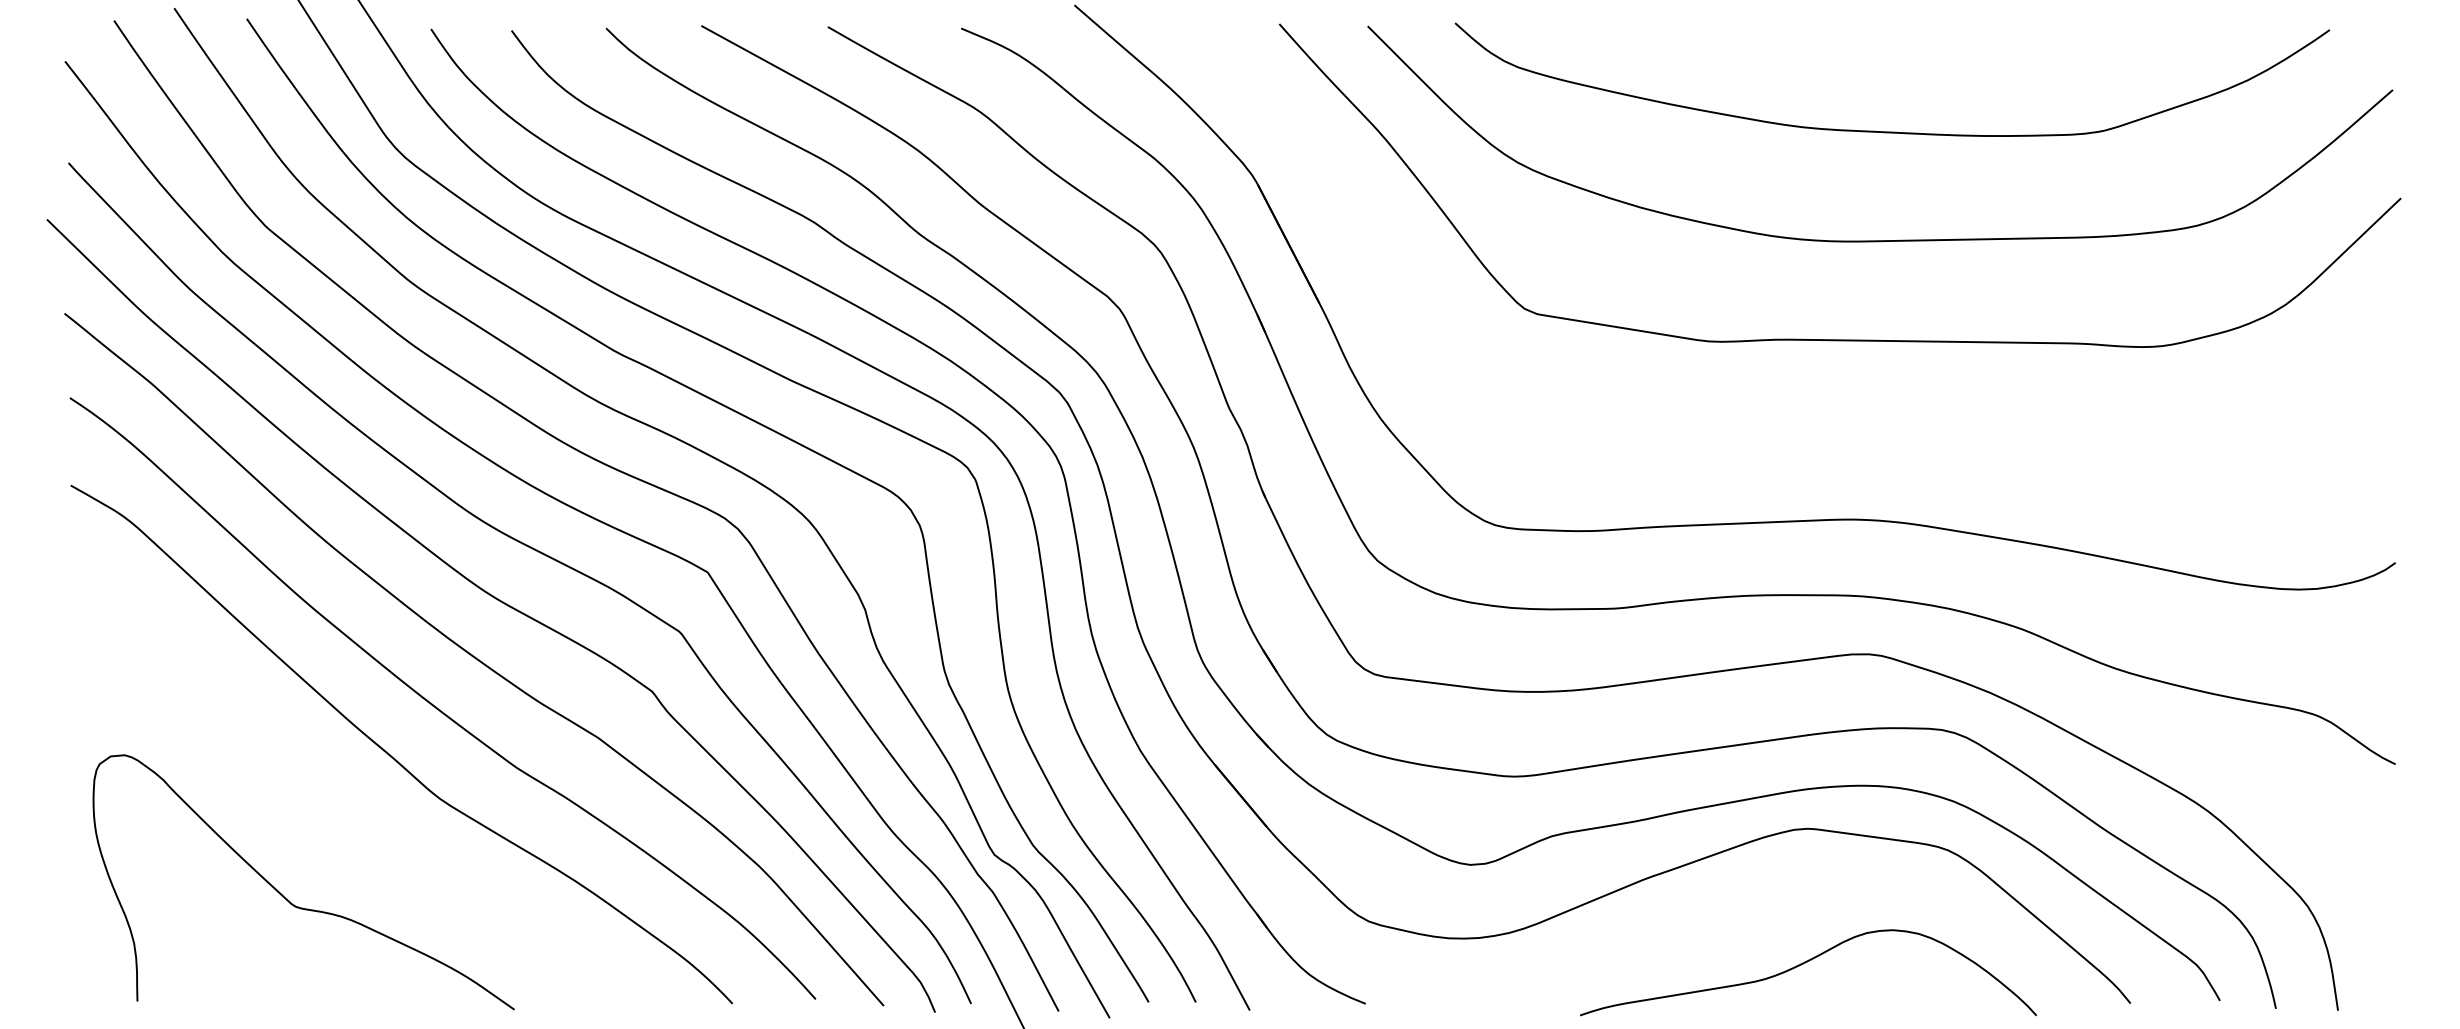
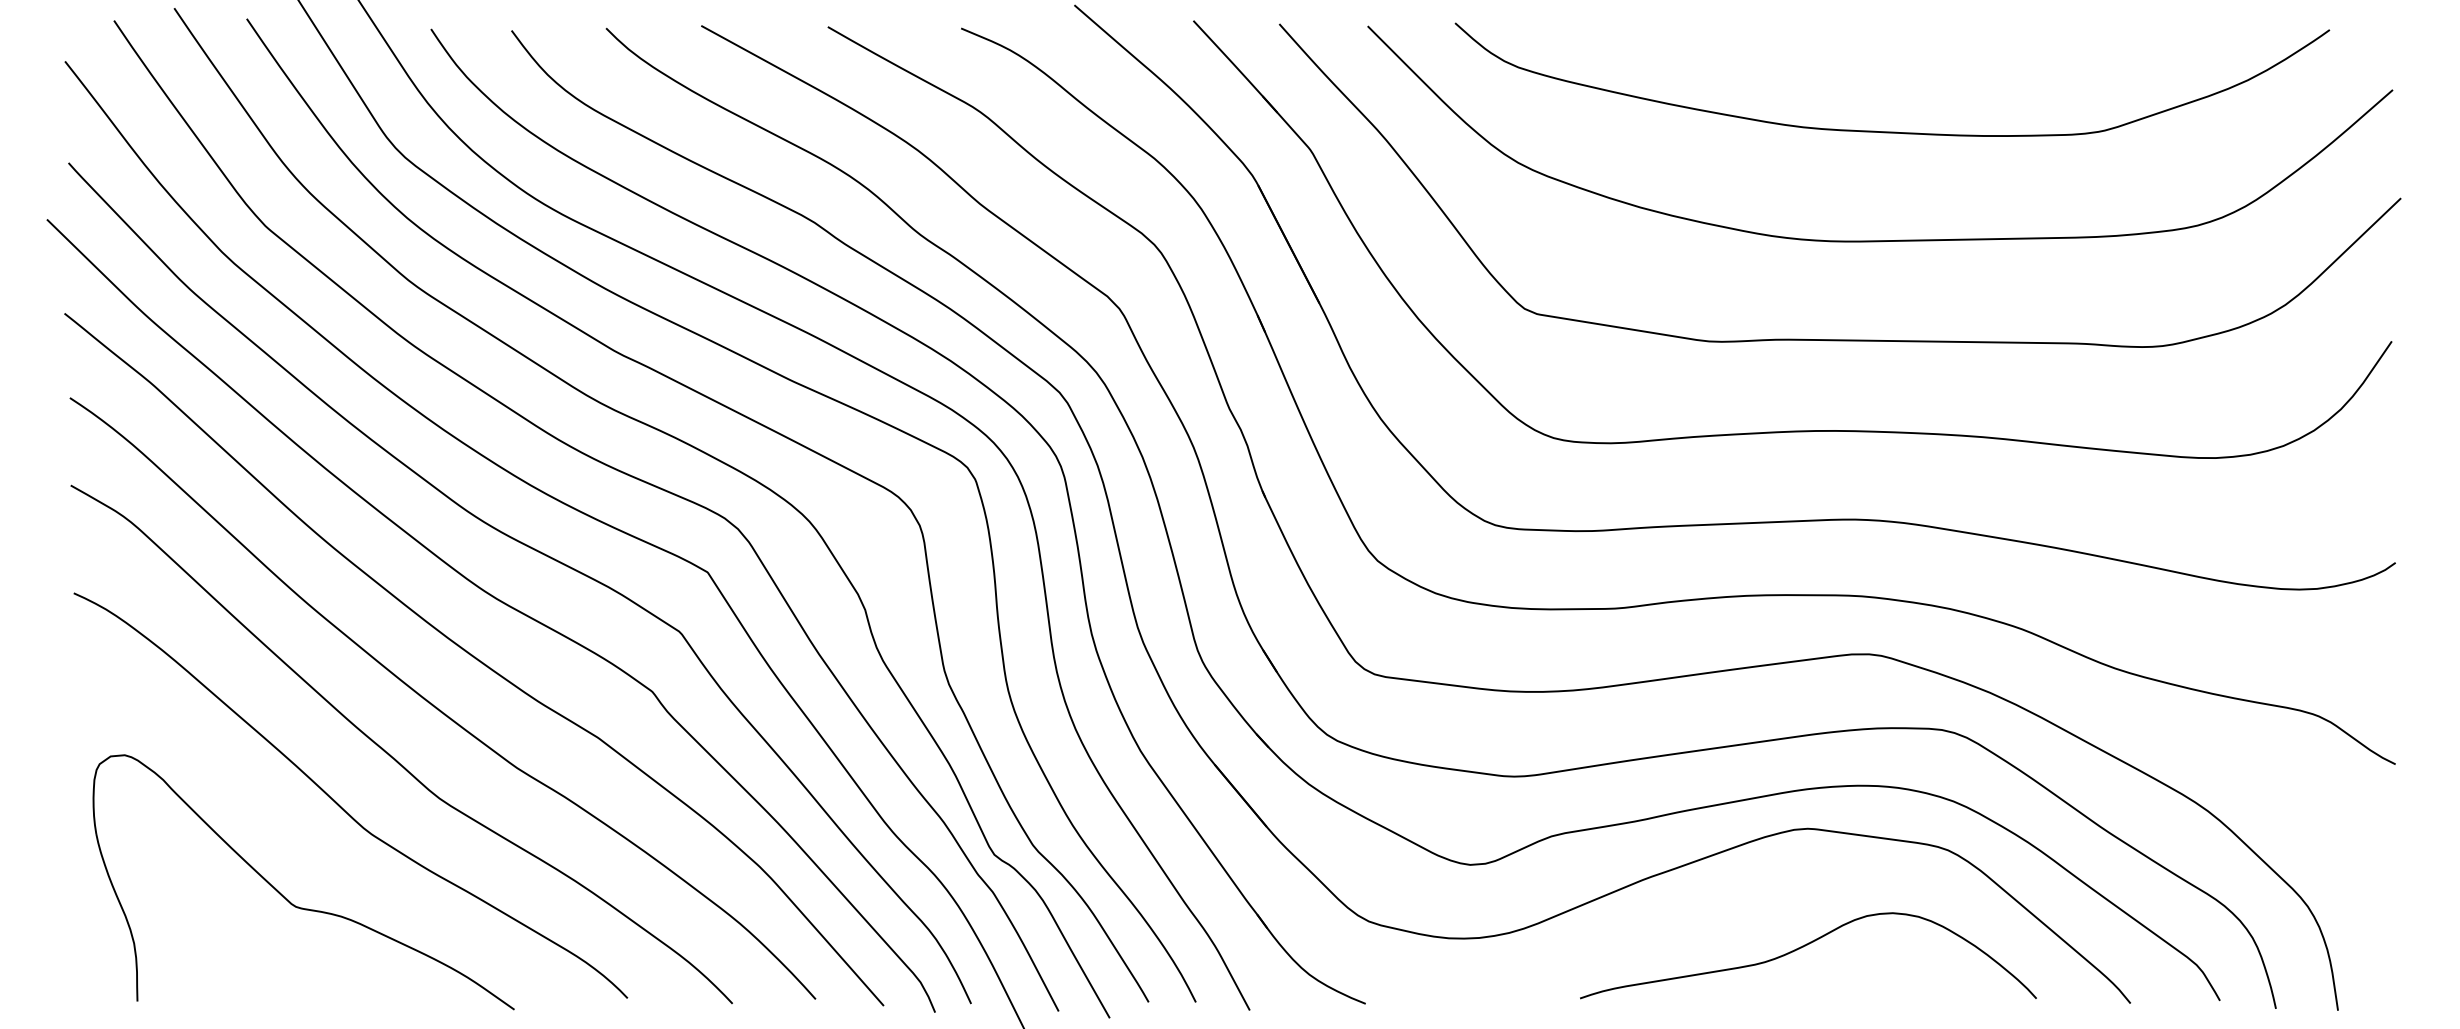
part at (1792, 430): none -> present
curve at (340, 805): none -> present
curve at (1803, 964) position: (1803, 964) -> (1803, 947)
